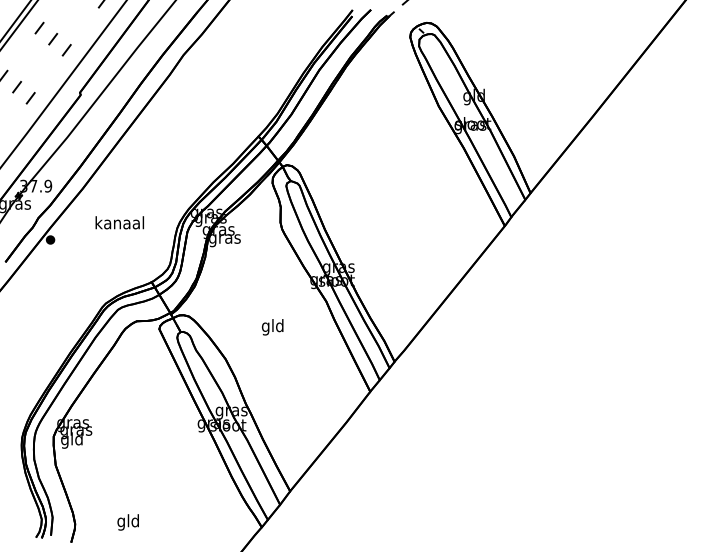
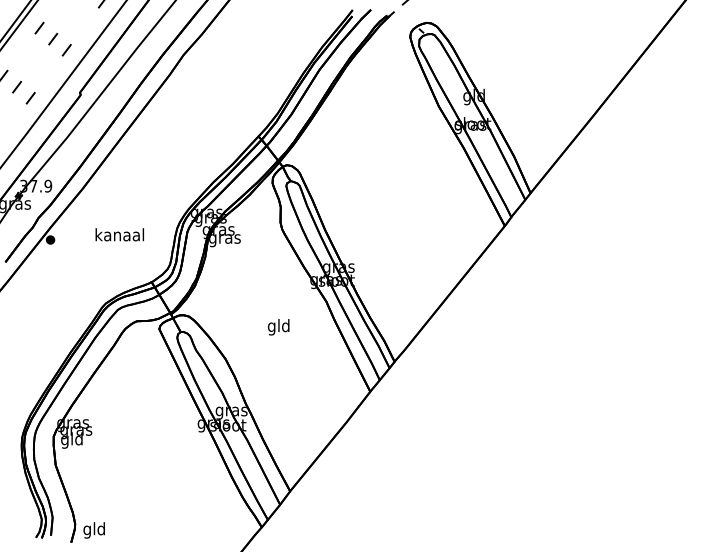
text at (119, 222) position: (119, 222) -> (119, 234)
text at (272, 327) position: (272, 327) -> (278, 327)
text at (127, 522) position: (127, 522) -> (93, 530)
